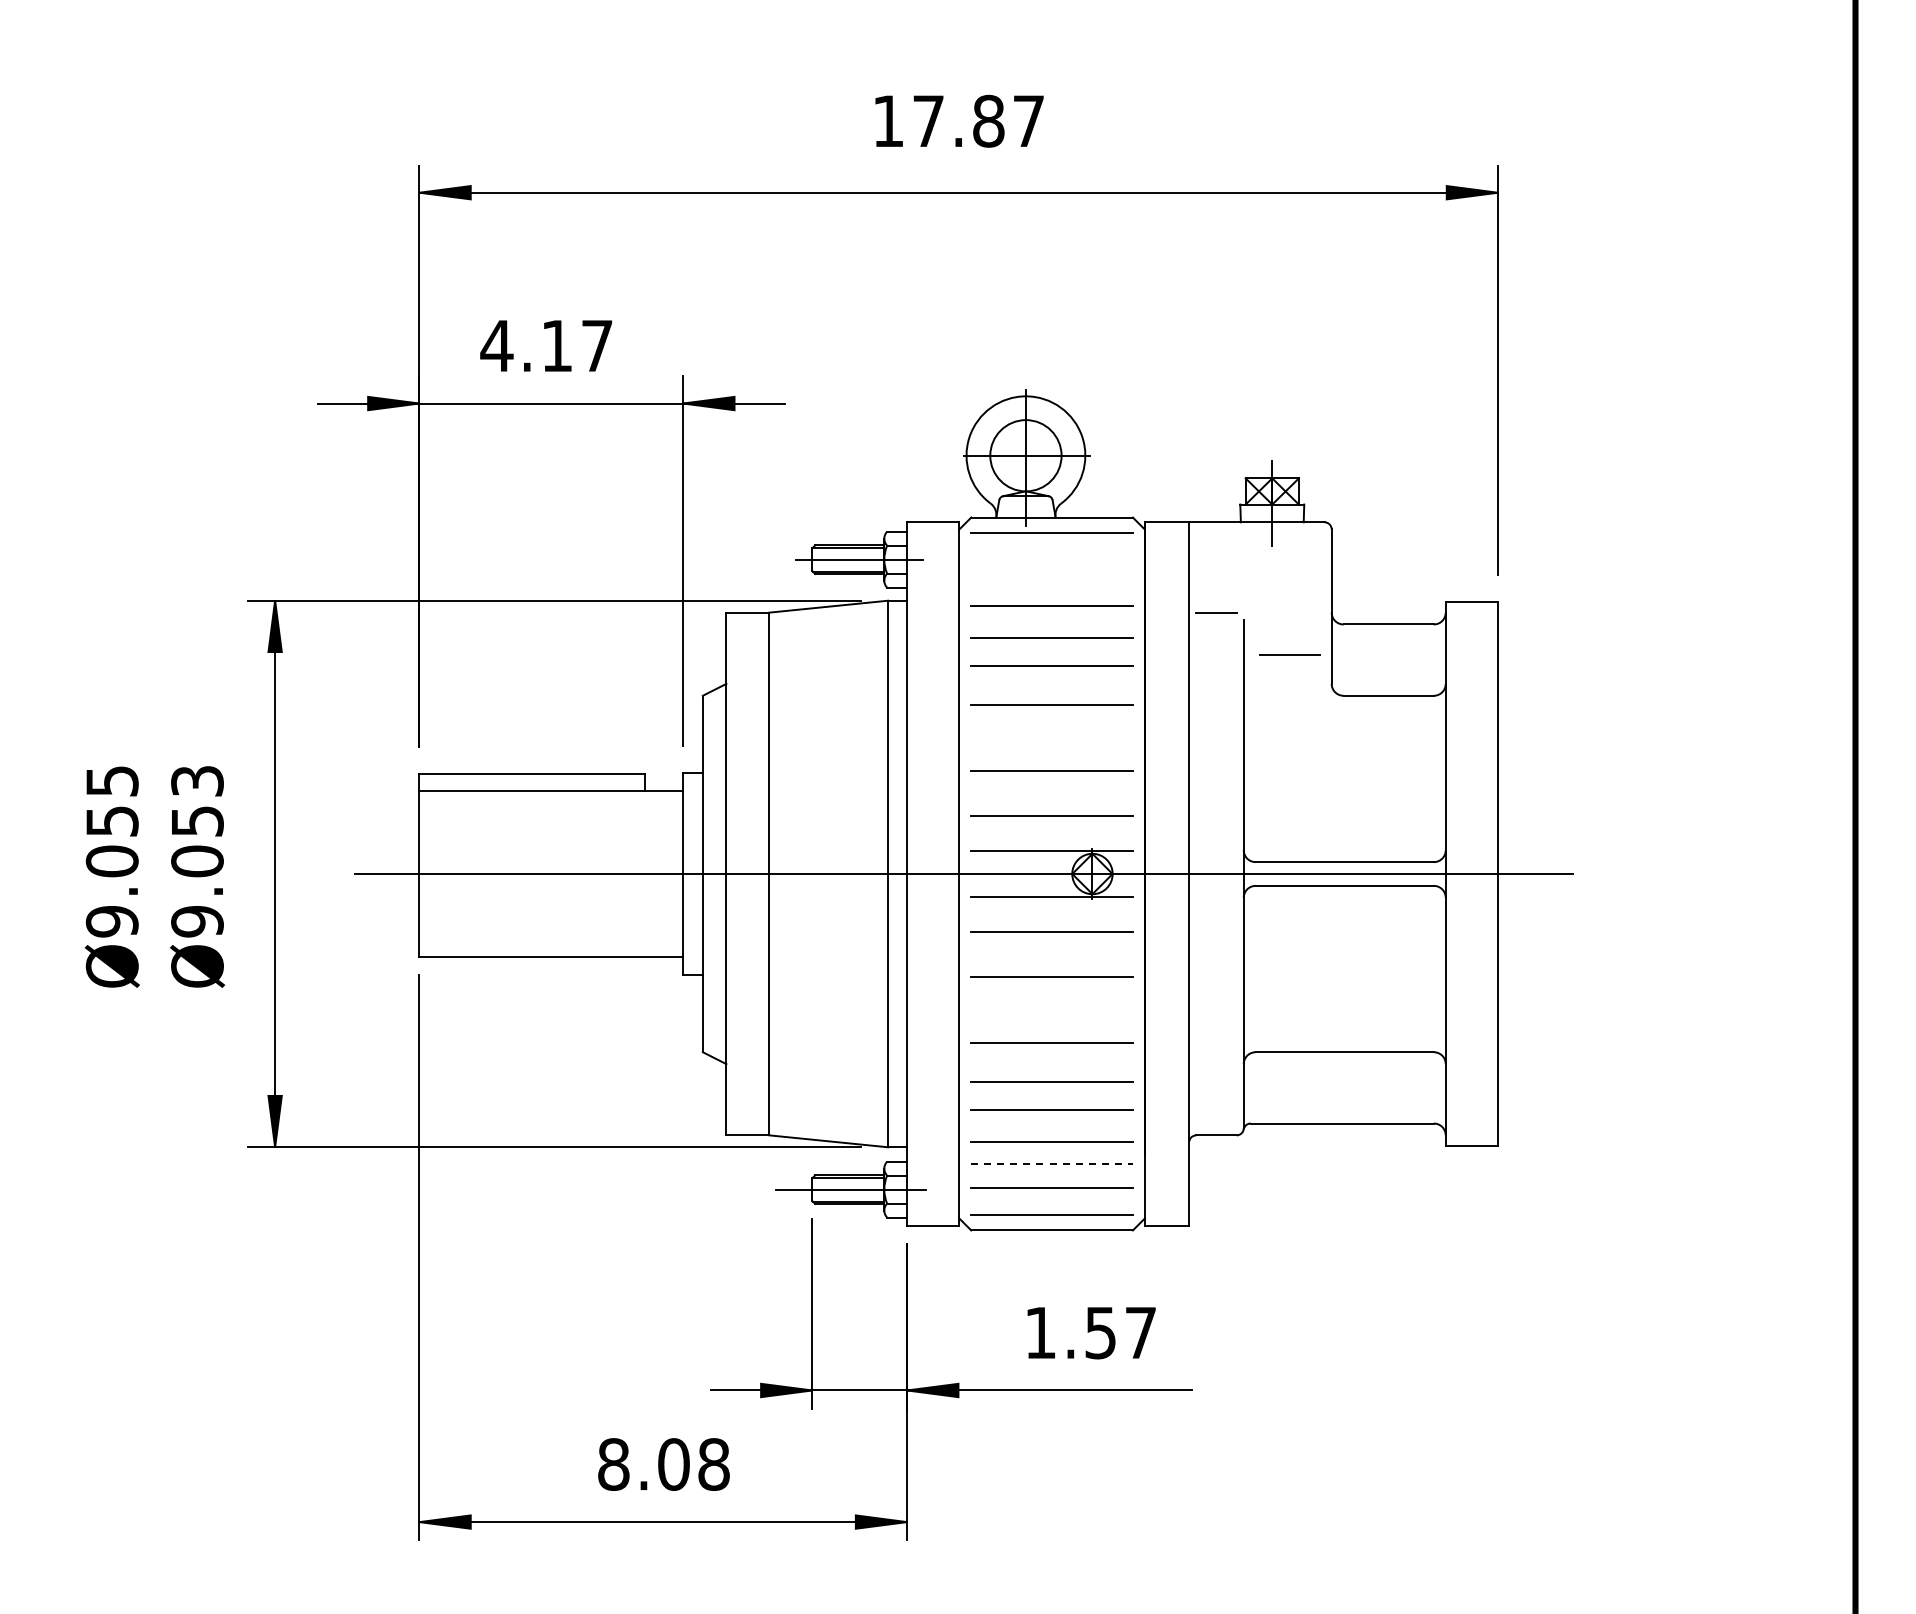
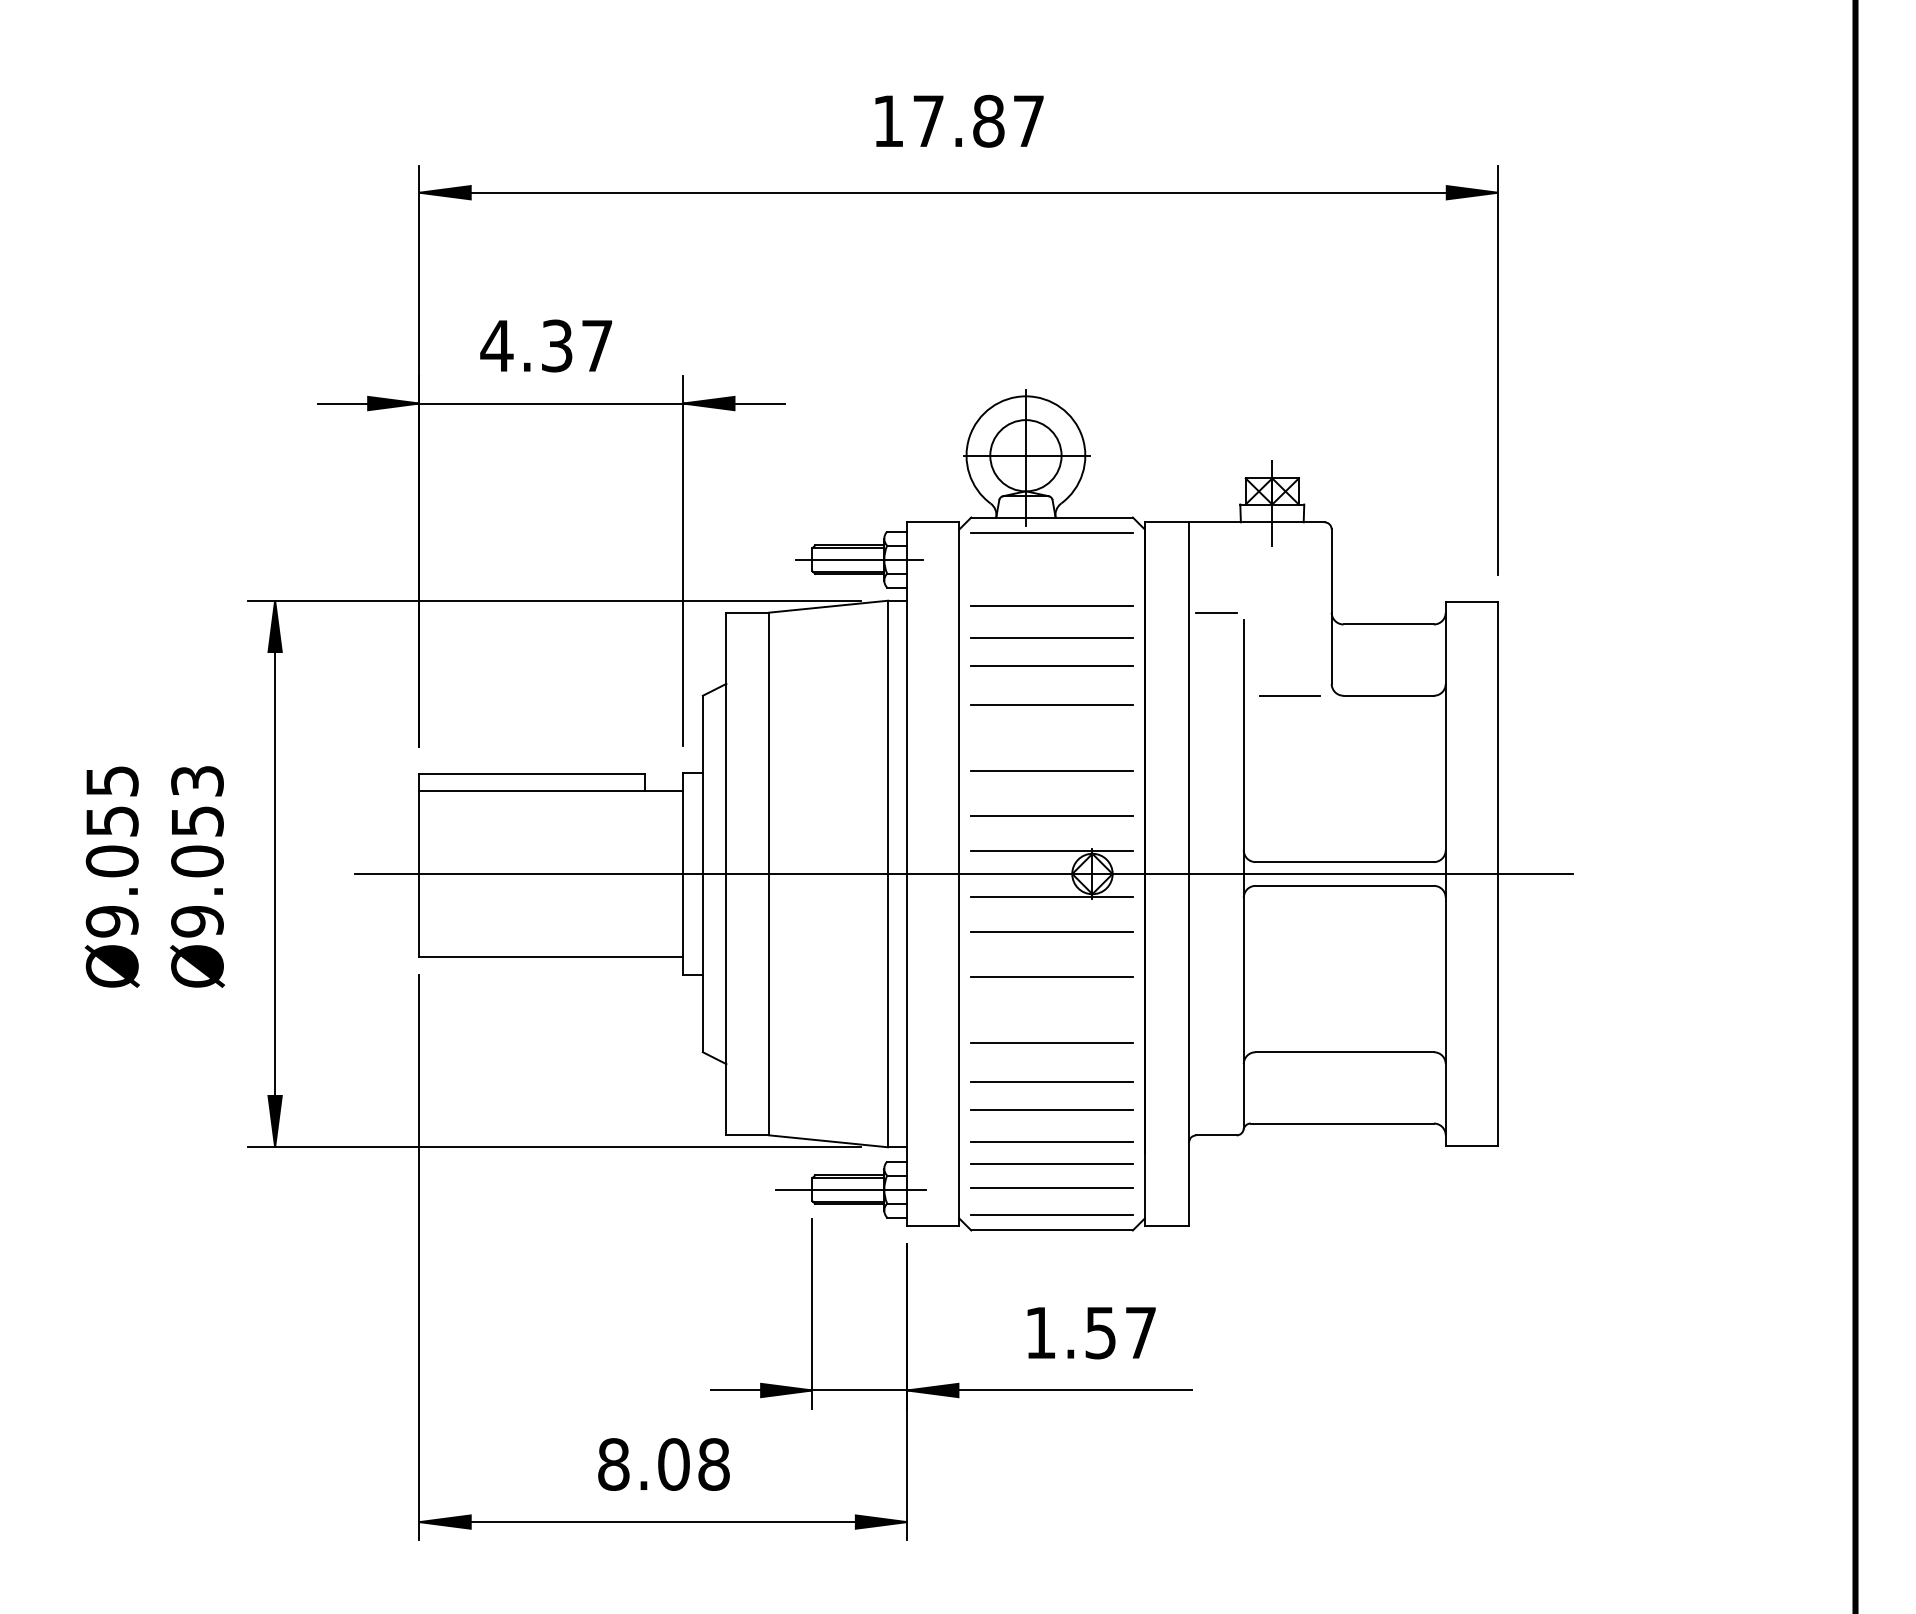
text at (557, 345): 4.17 -> 4.37
line at (1289, 654) position: (1289, 654) -> (1289, 695)
line at (1052, 1163): dashed -> solid
